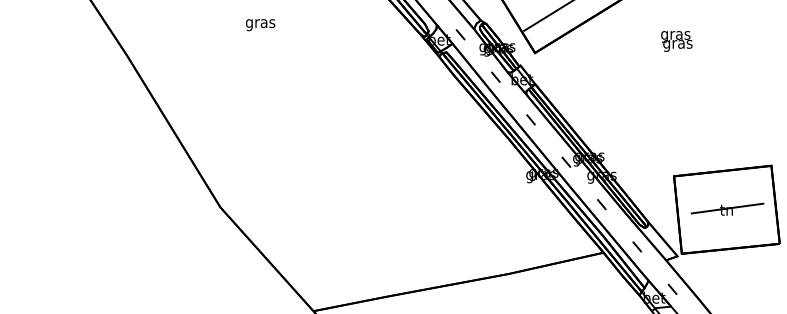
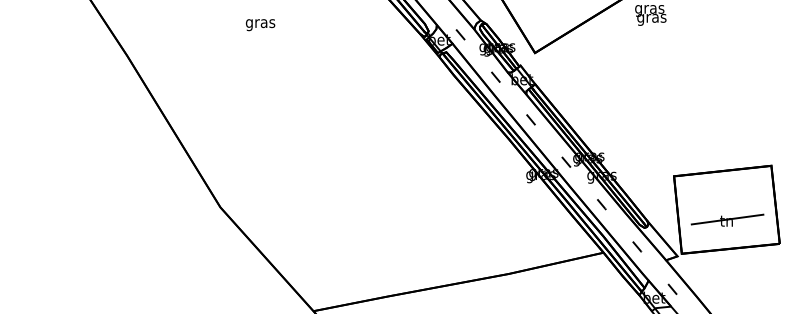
line at (547, 16): present -> none
text at (676, 41) position: (676, 41) -> (650, 15)
part at (727, 208) position: (727, 208) -> (727, 219)
